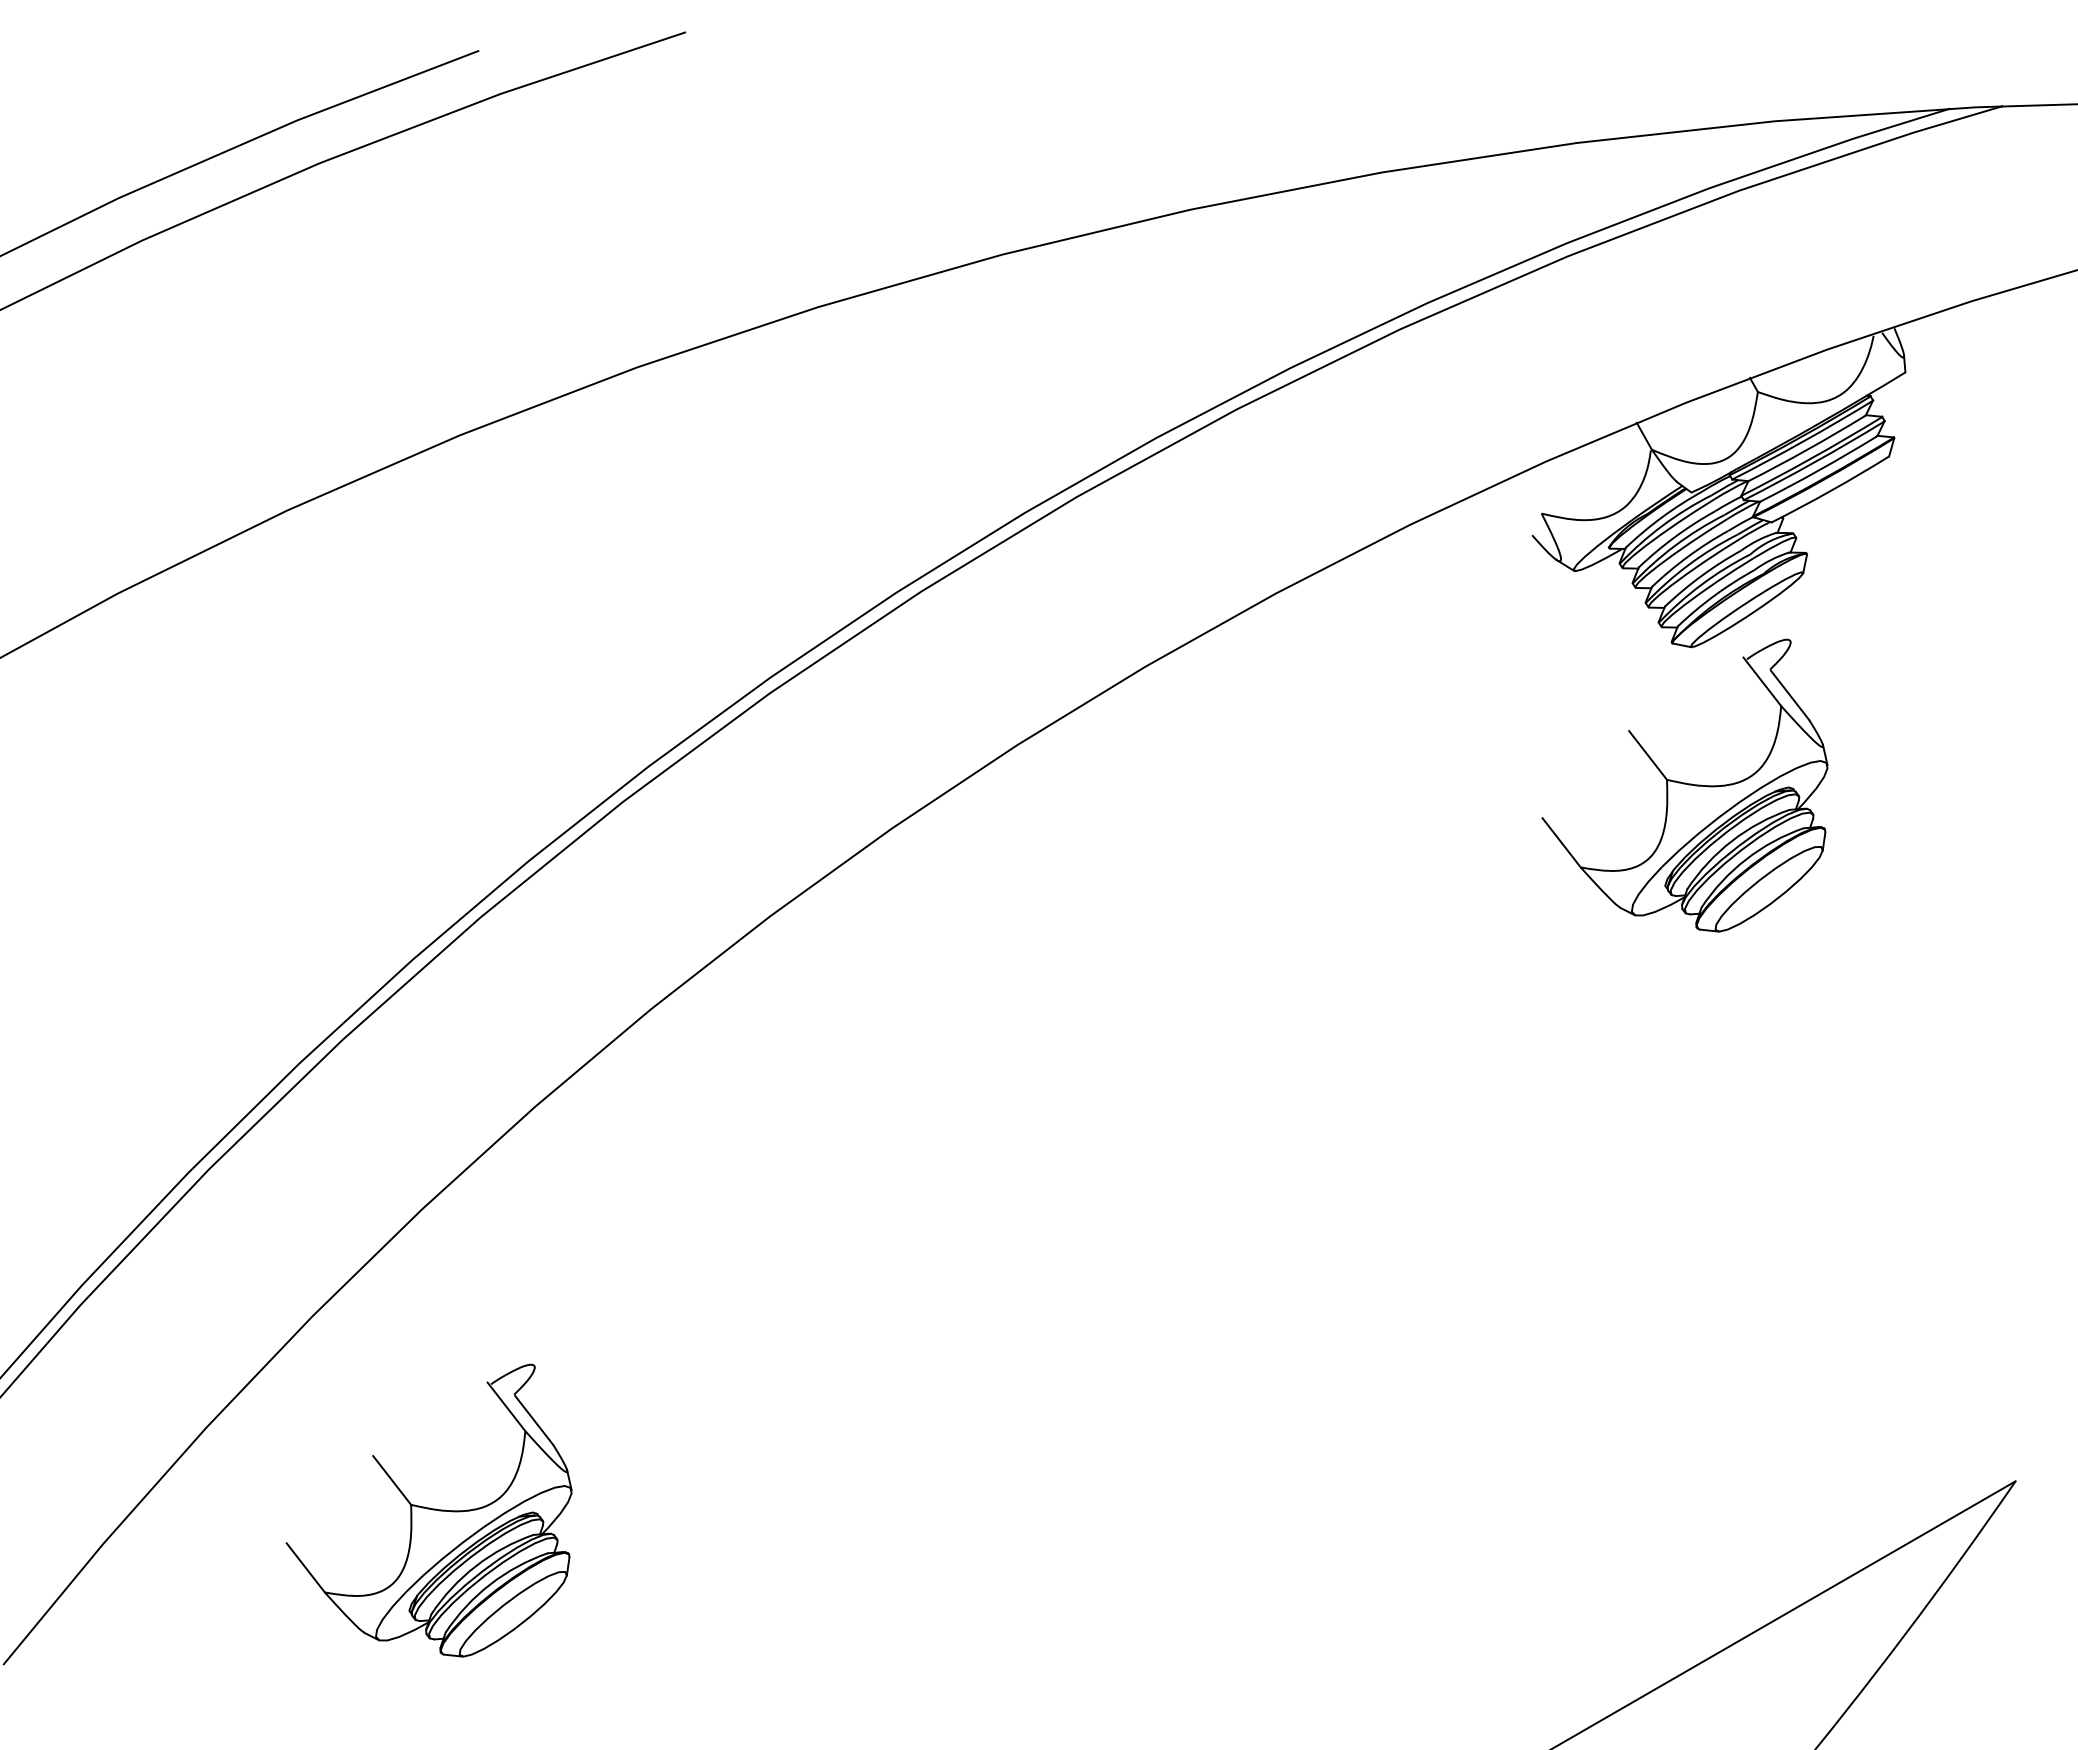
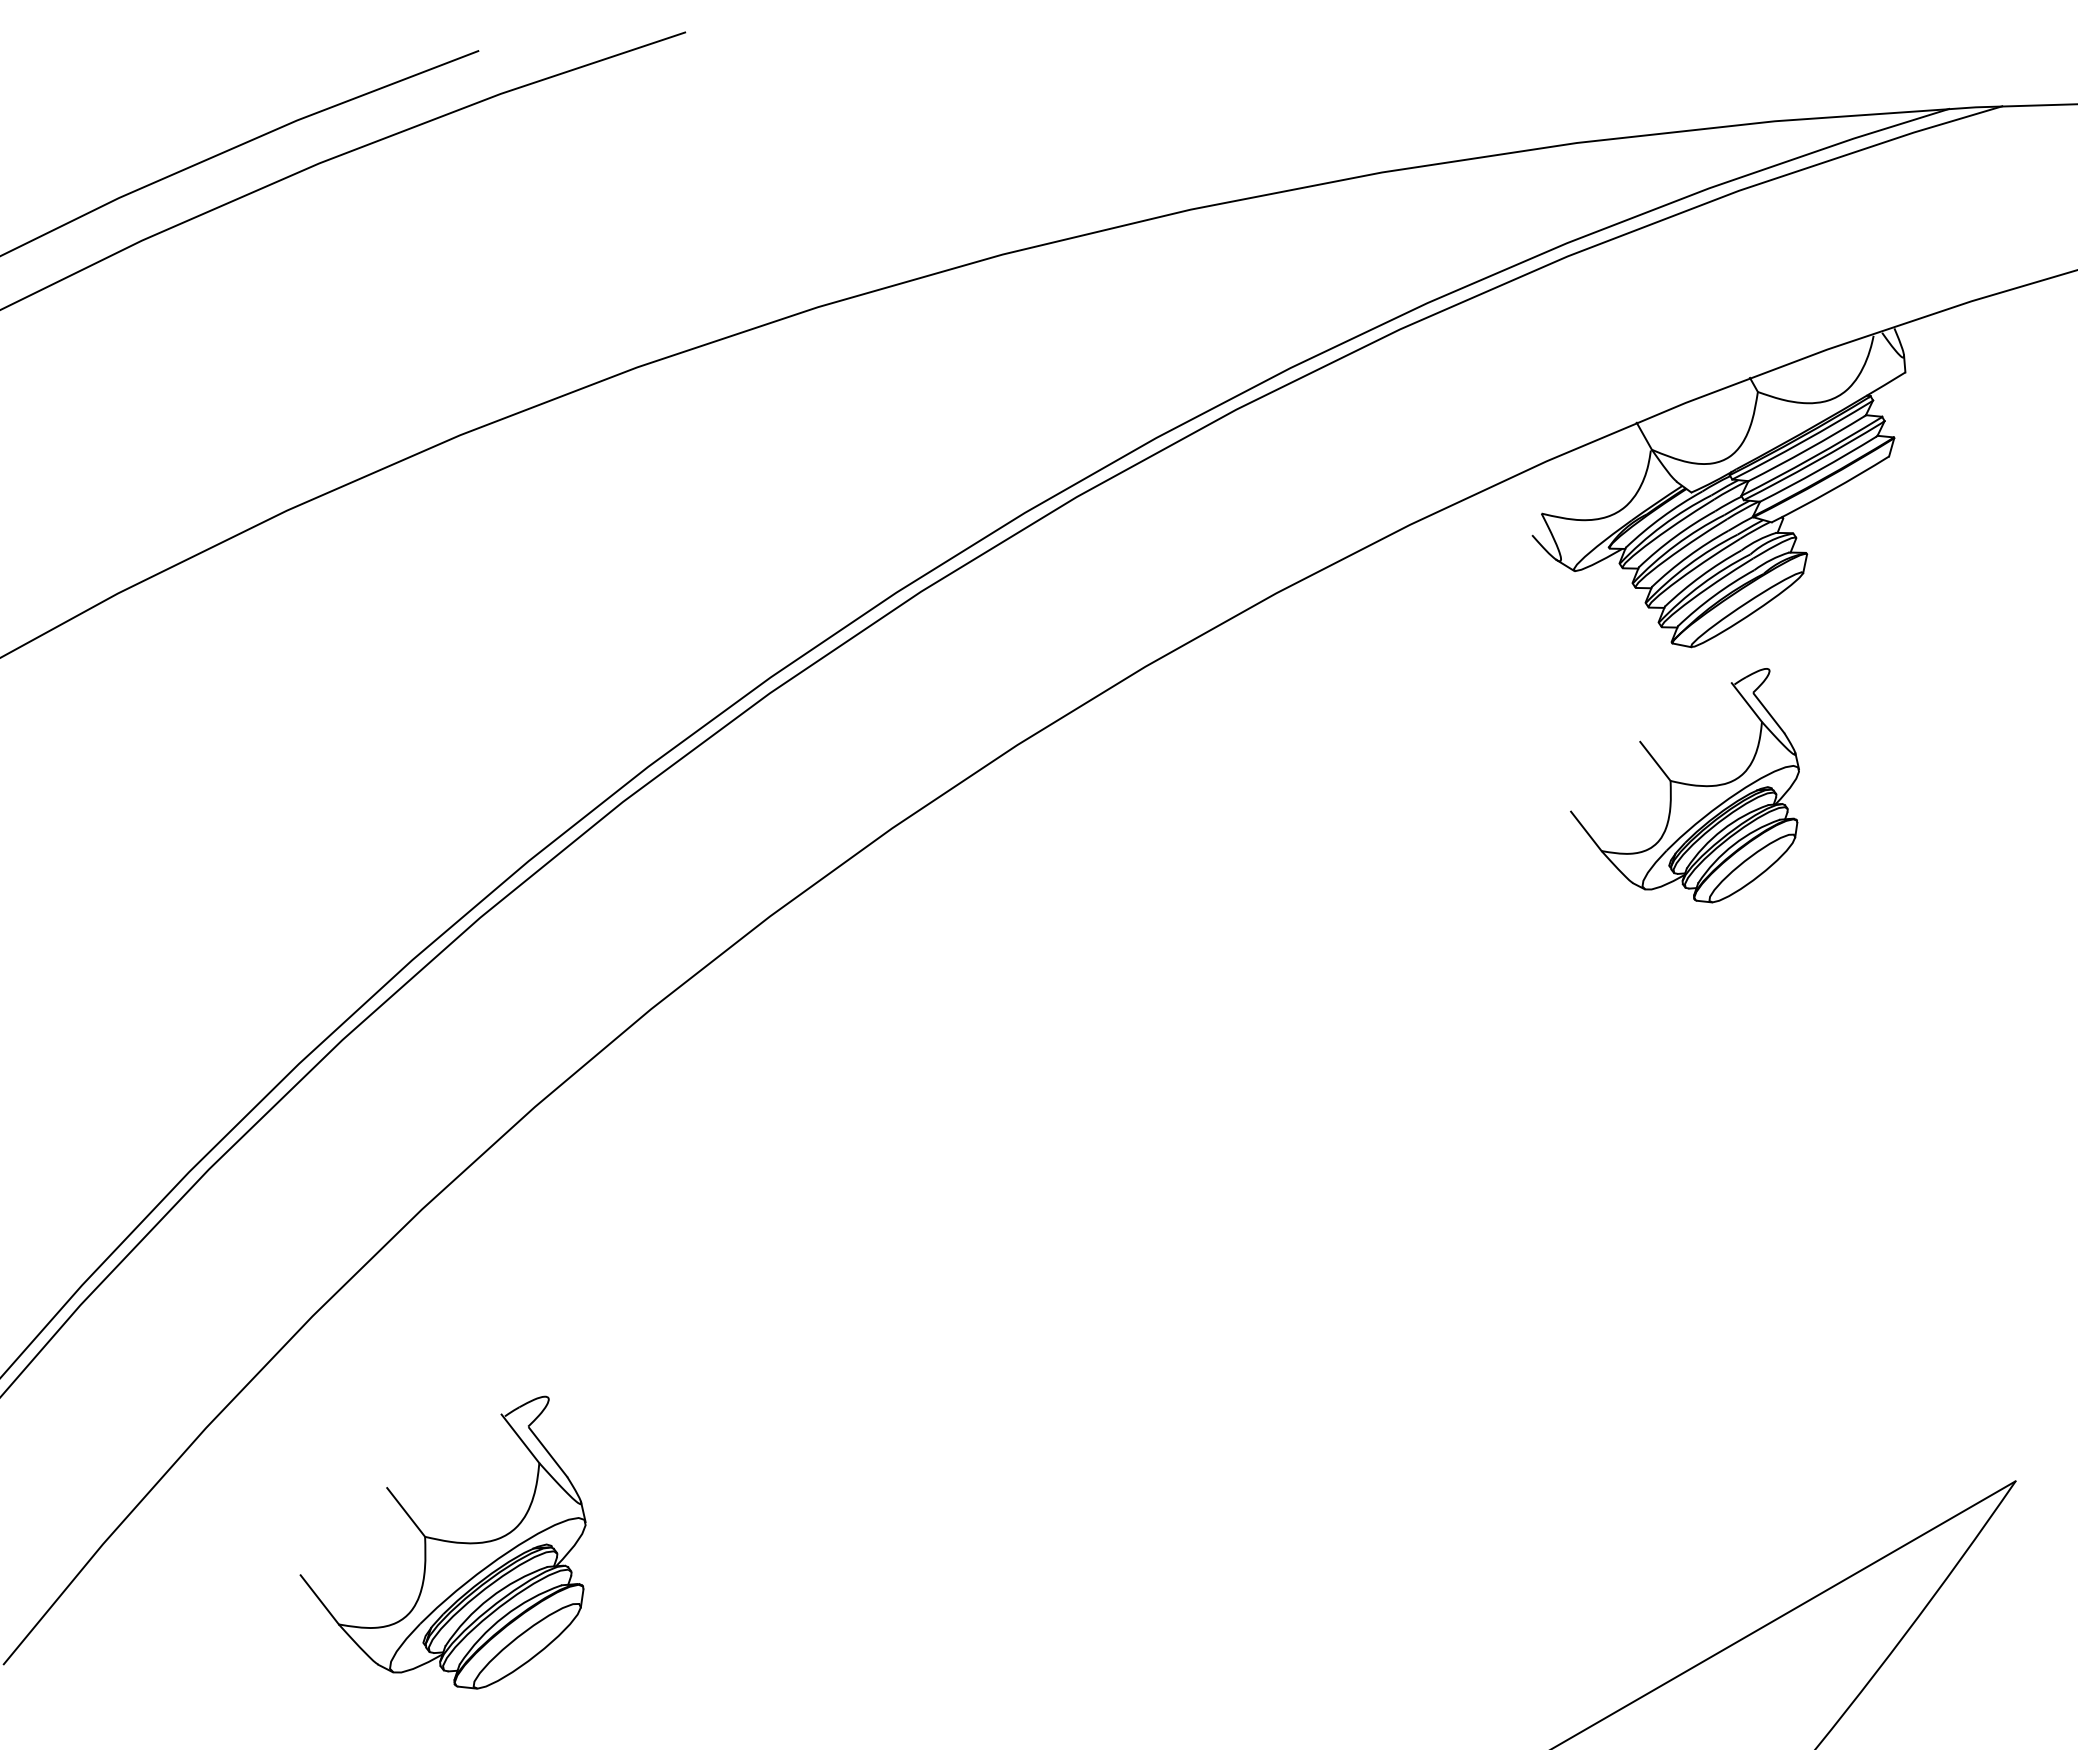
part at (1684, 785) size: 288x295 px -> 230x236 px
part at (428, 1510) position: (428, 1510) -> (442, 1542)
